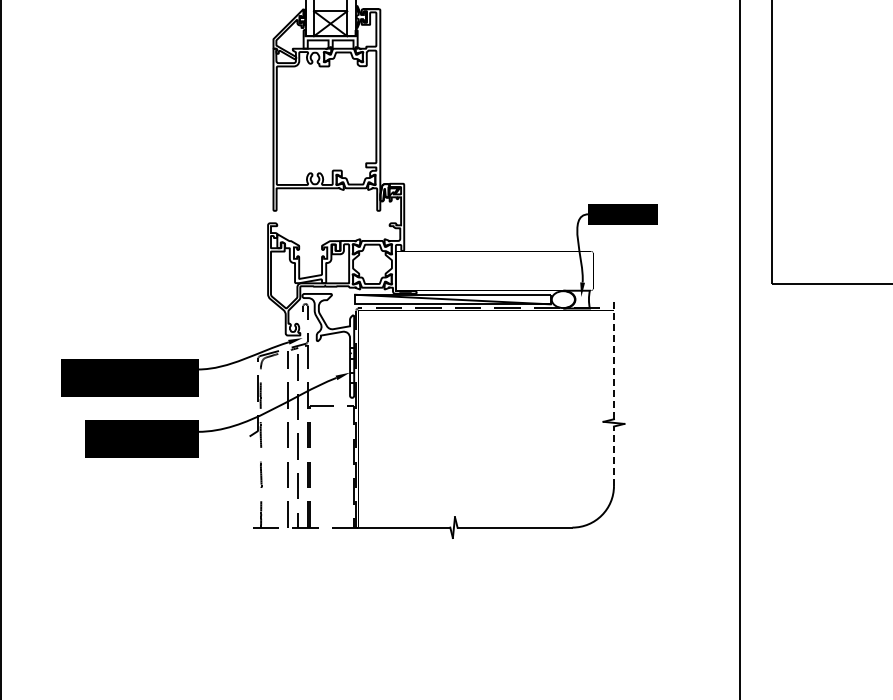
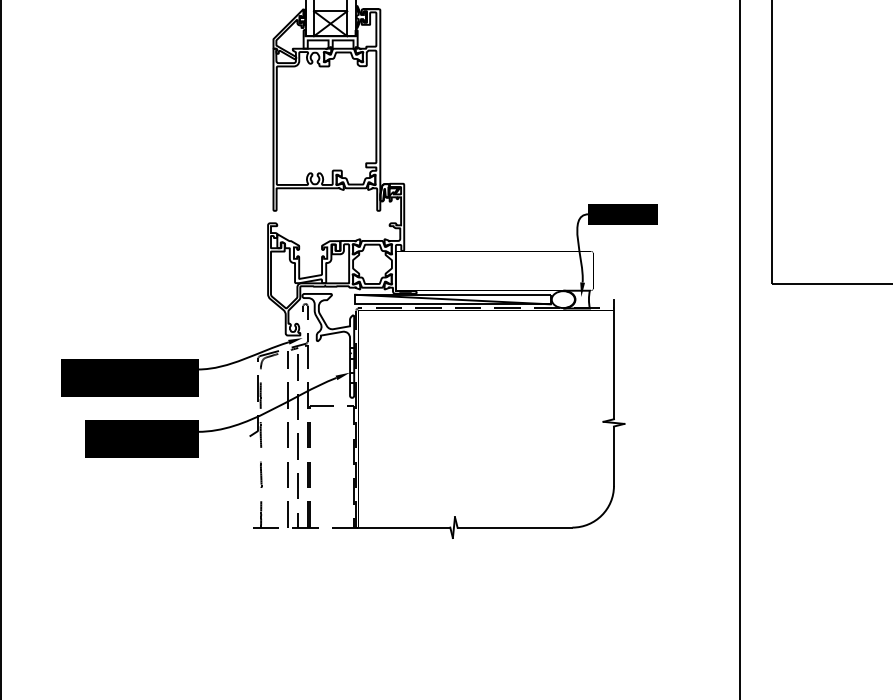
line at (613, 359): dashed -> solid
line at (613, 456): dashed -> solid
